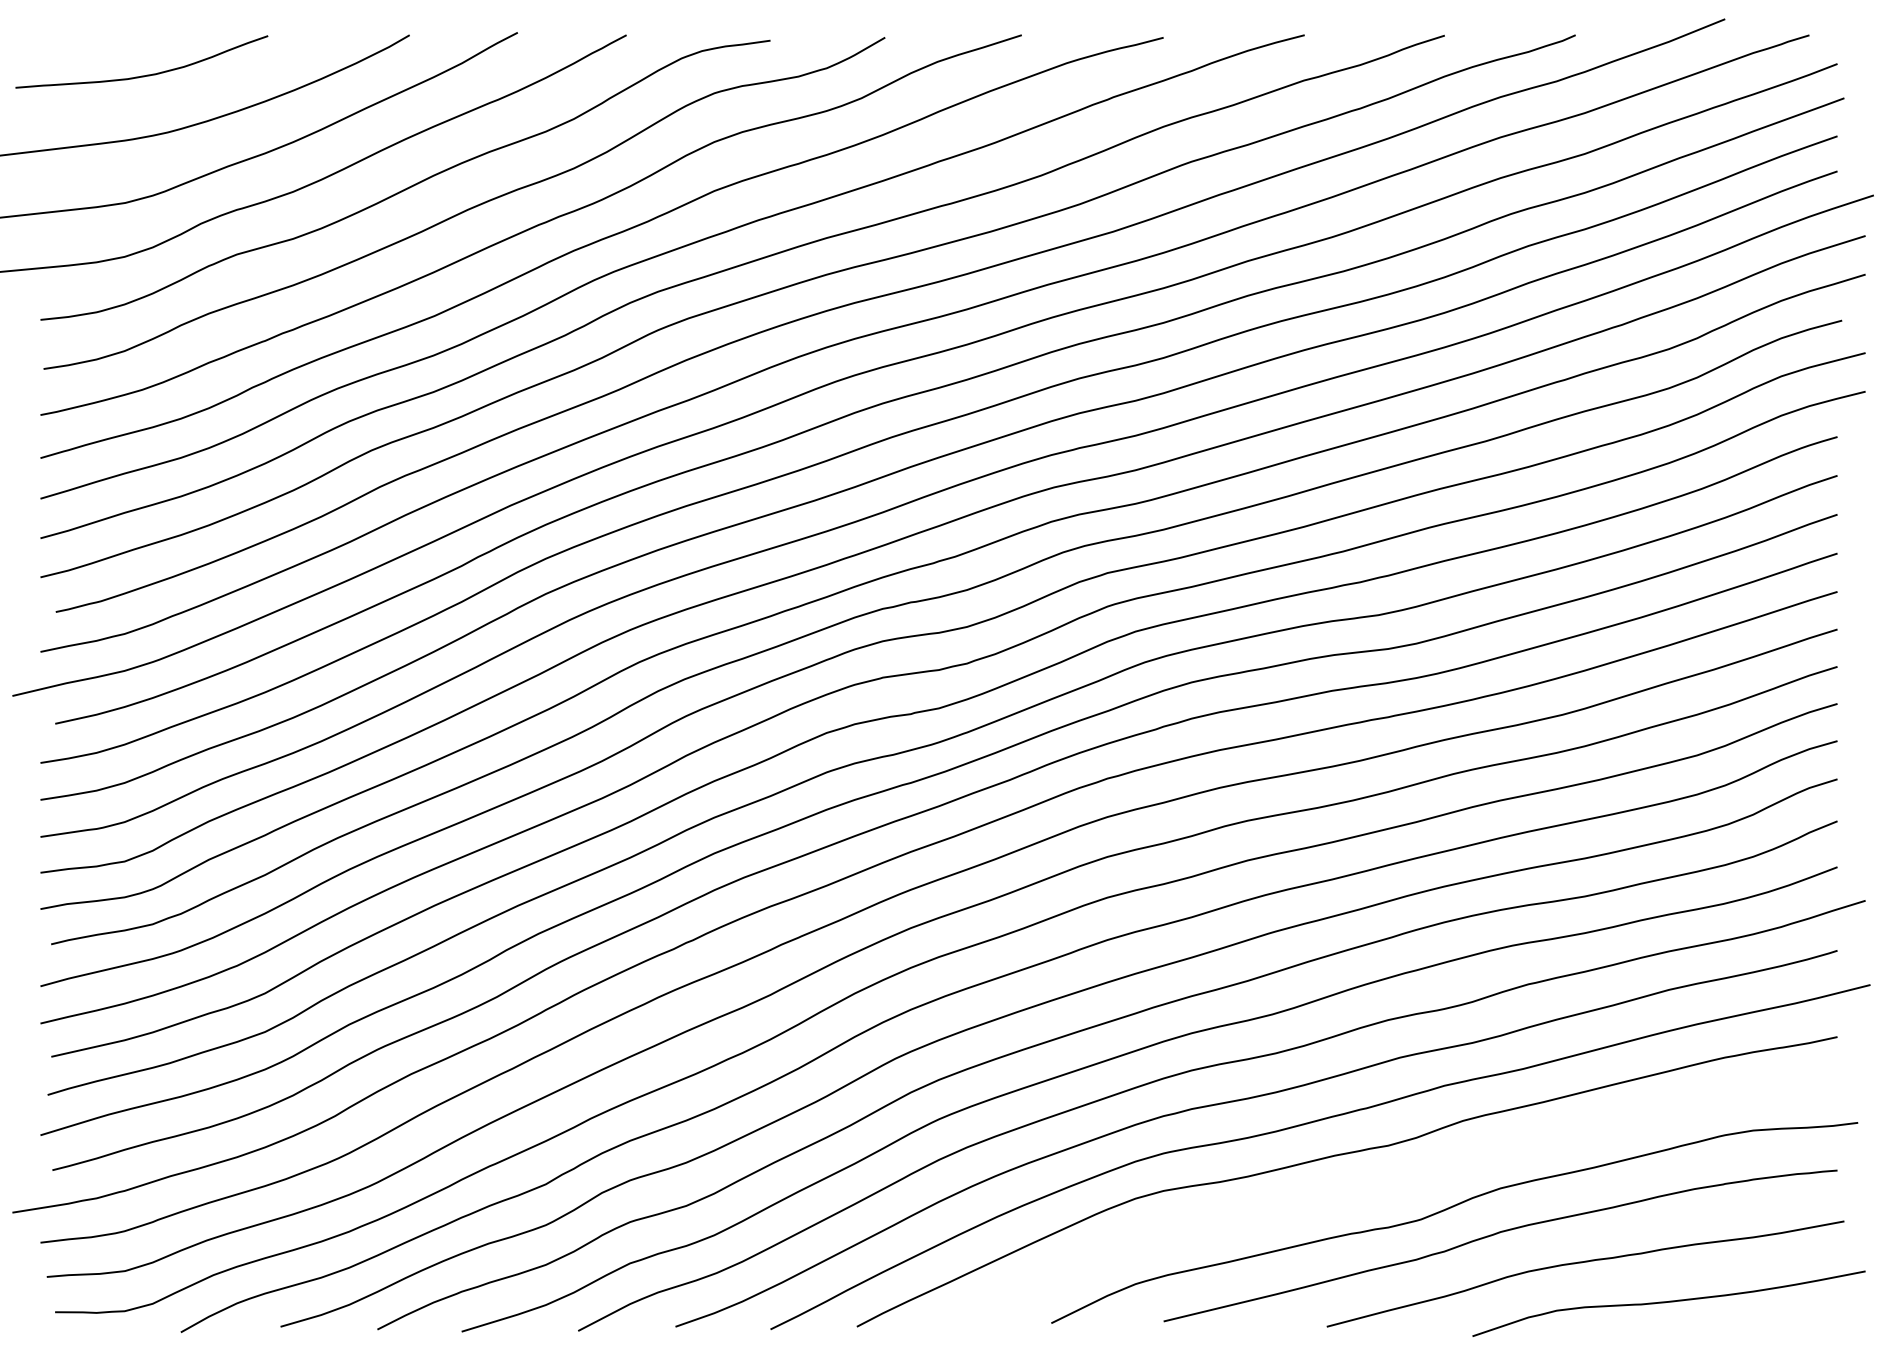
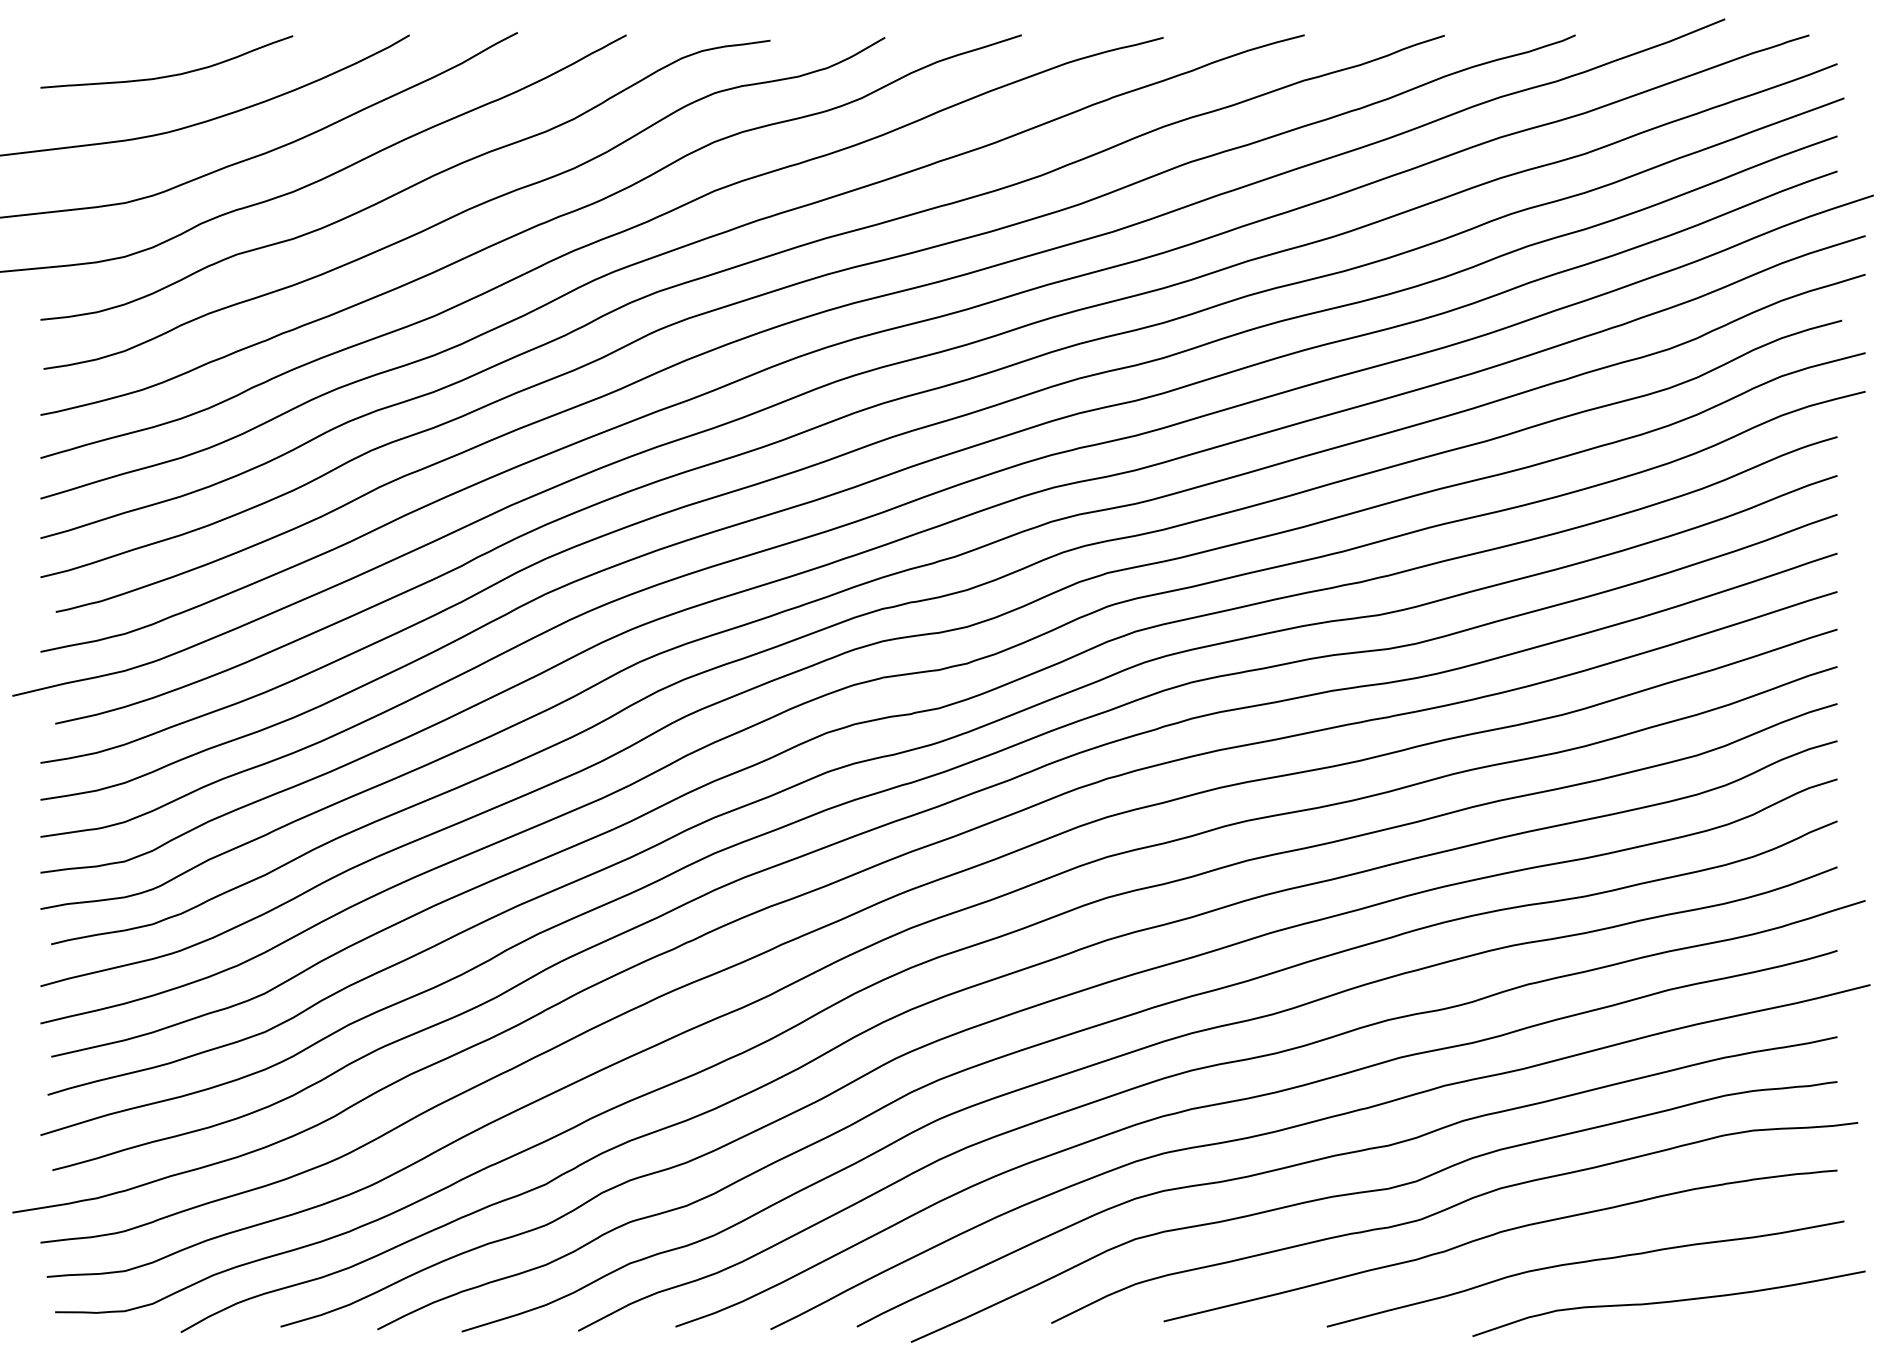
curve at (141, 75) position: (141, 75) -> (166, 75)
curve at (1370, 1192): none -> present
